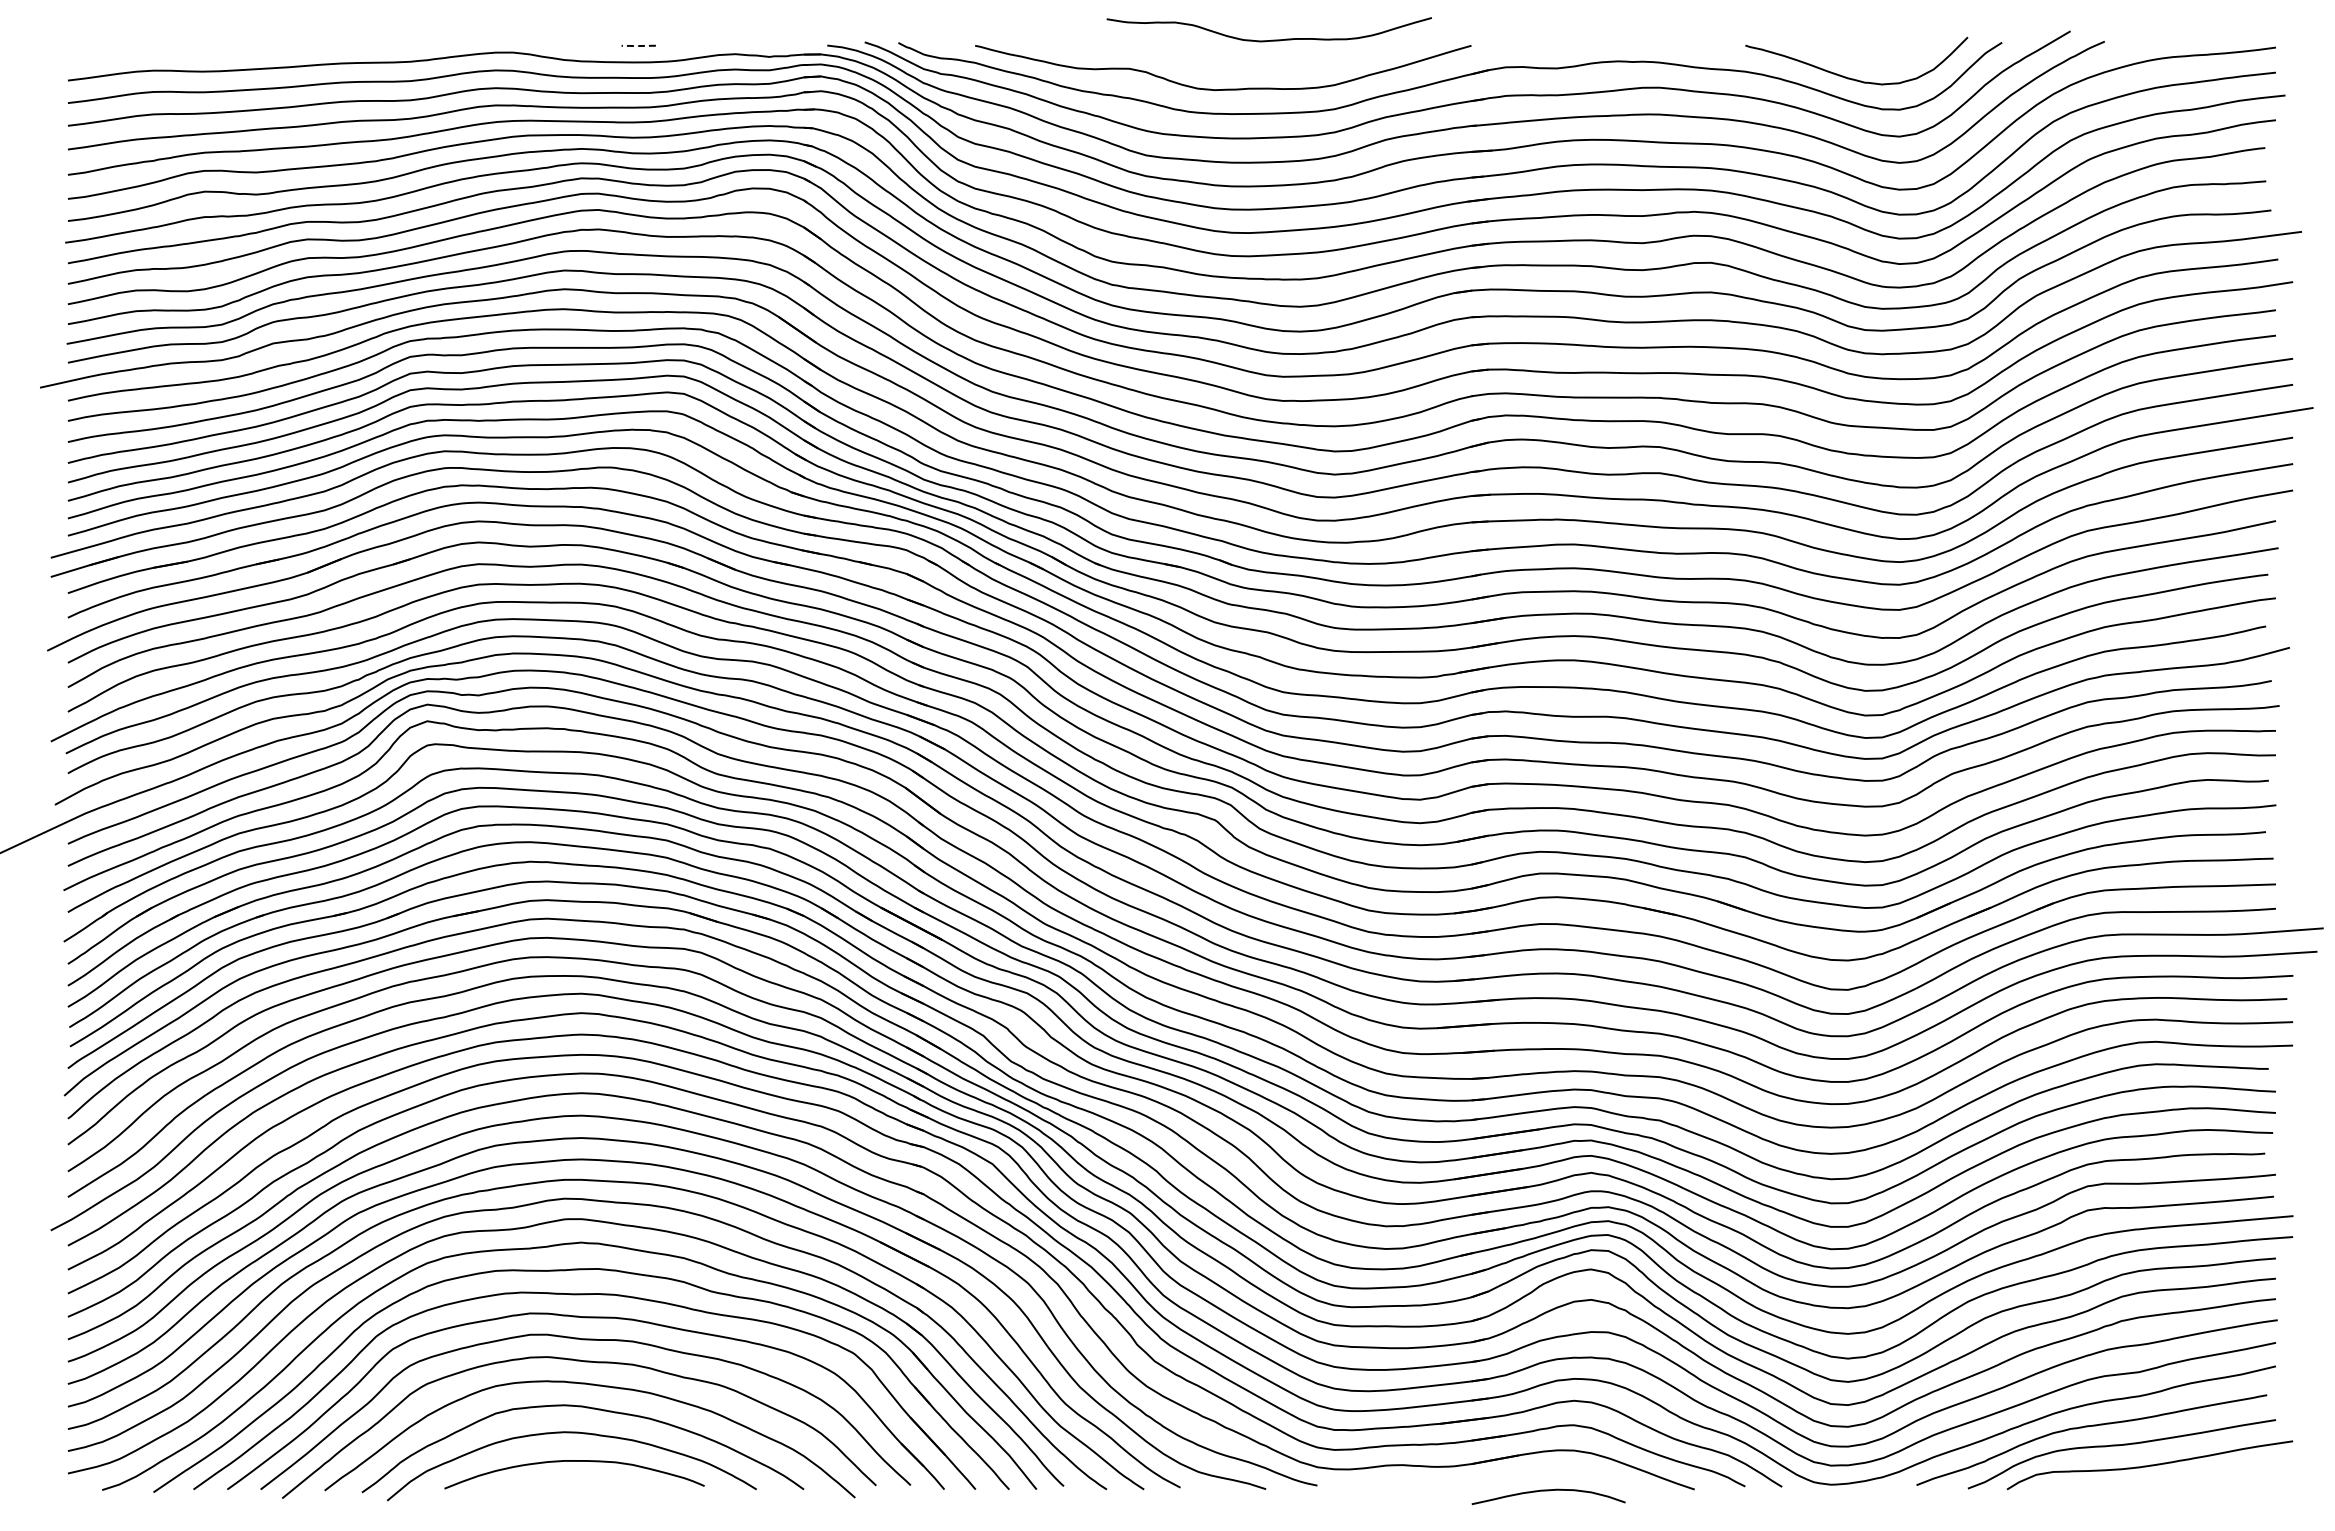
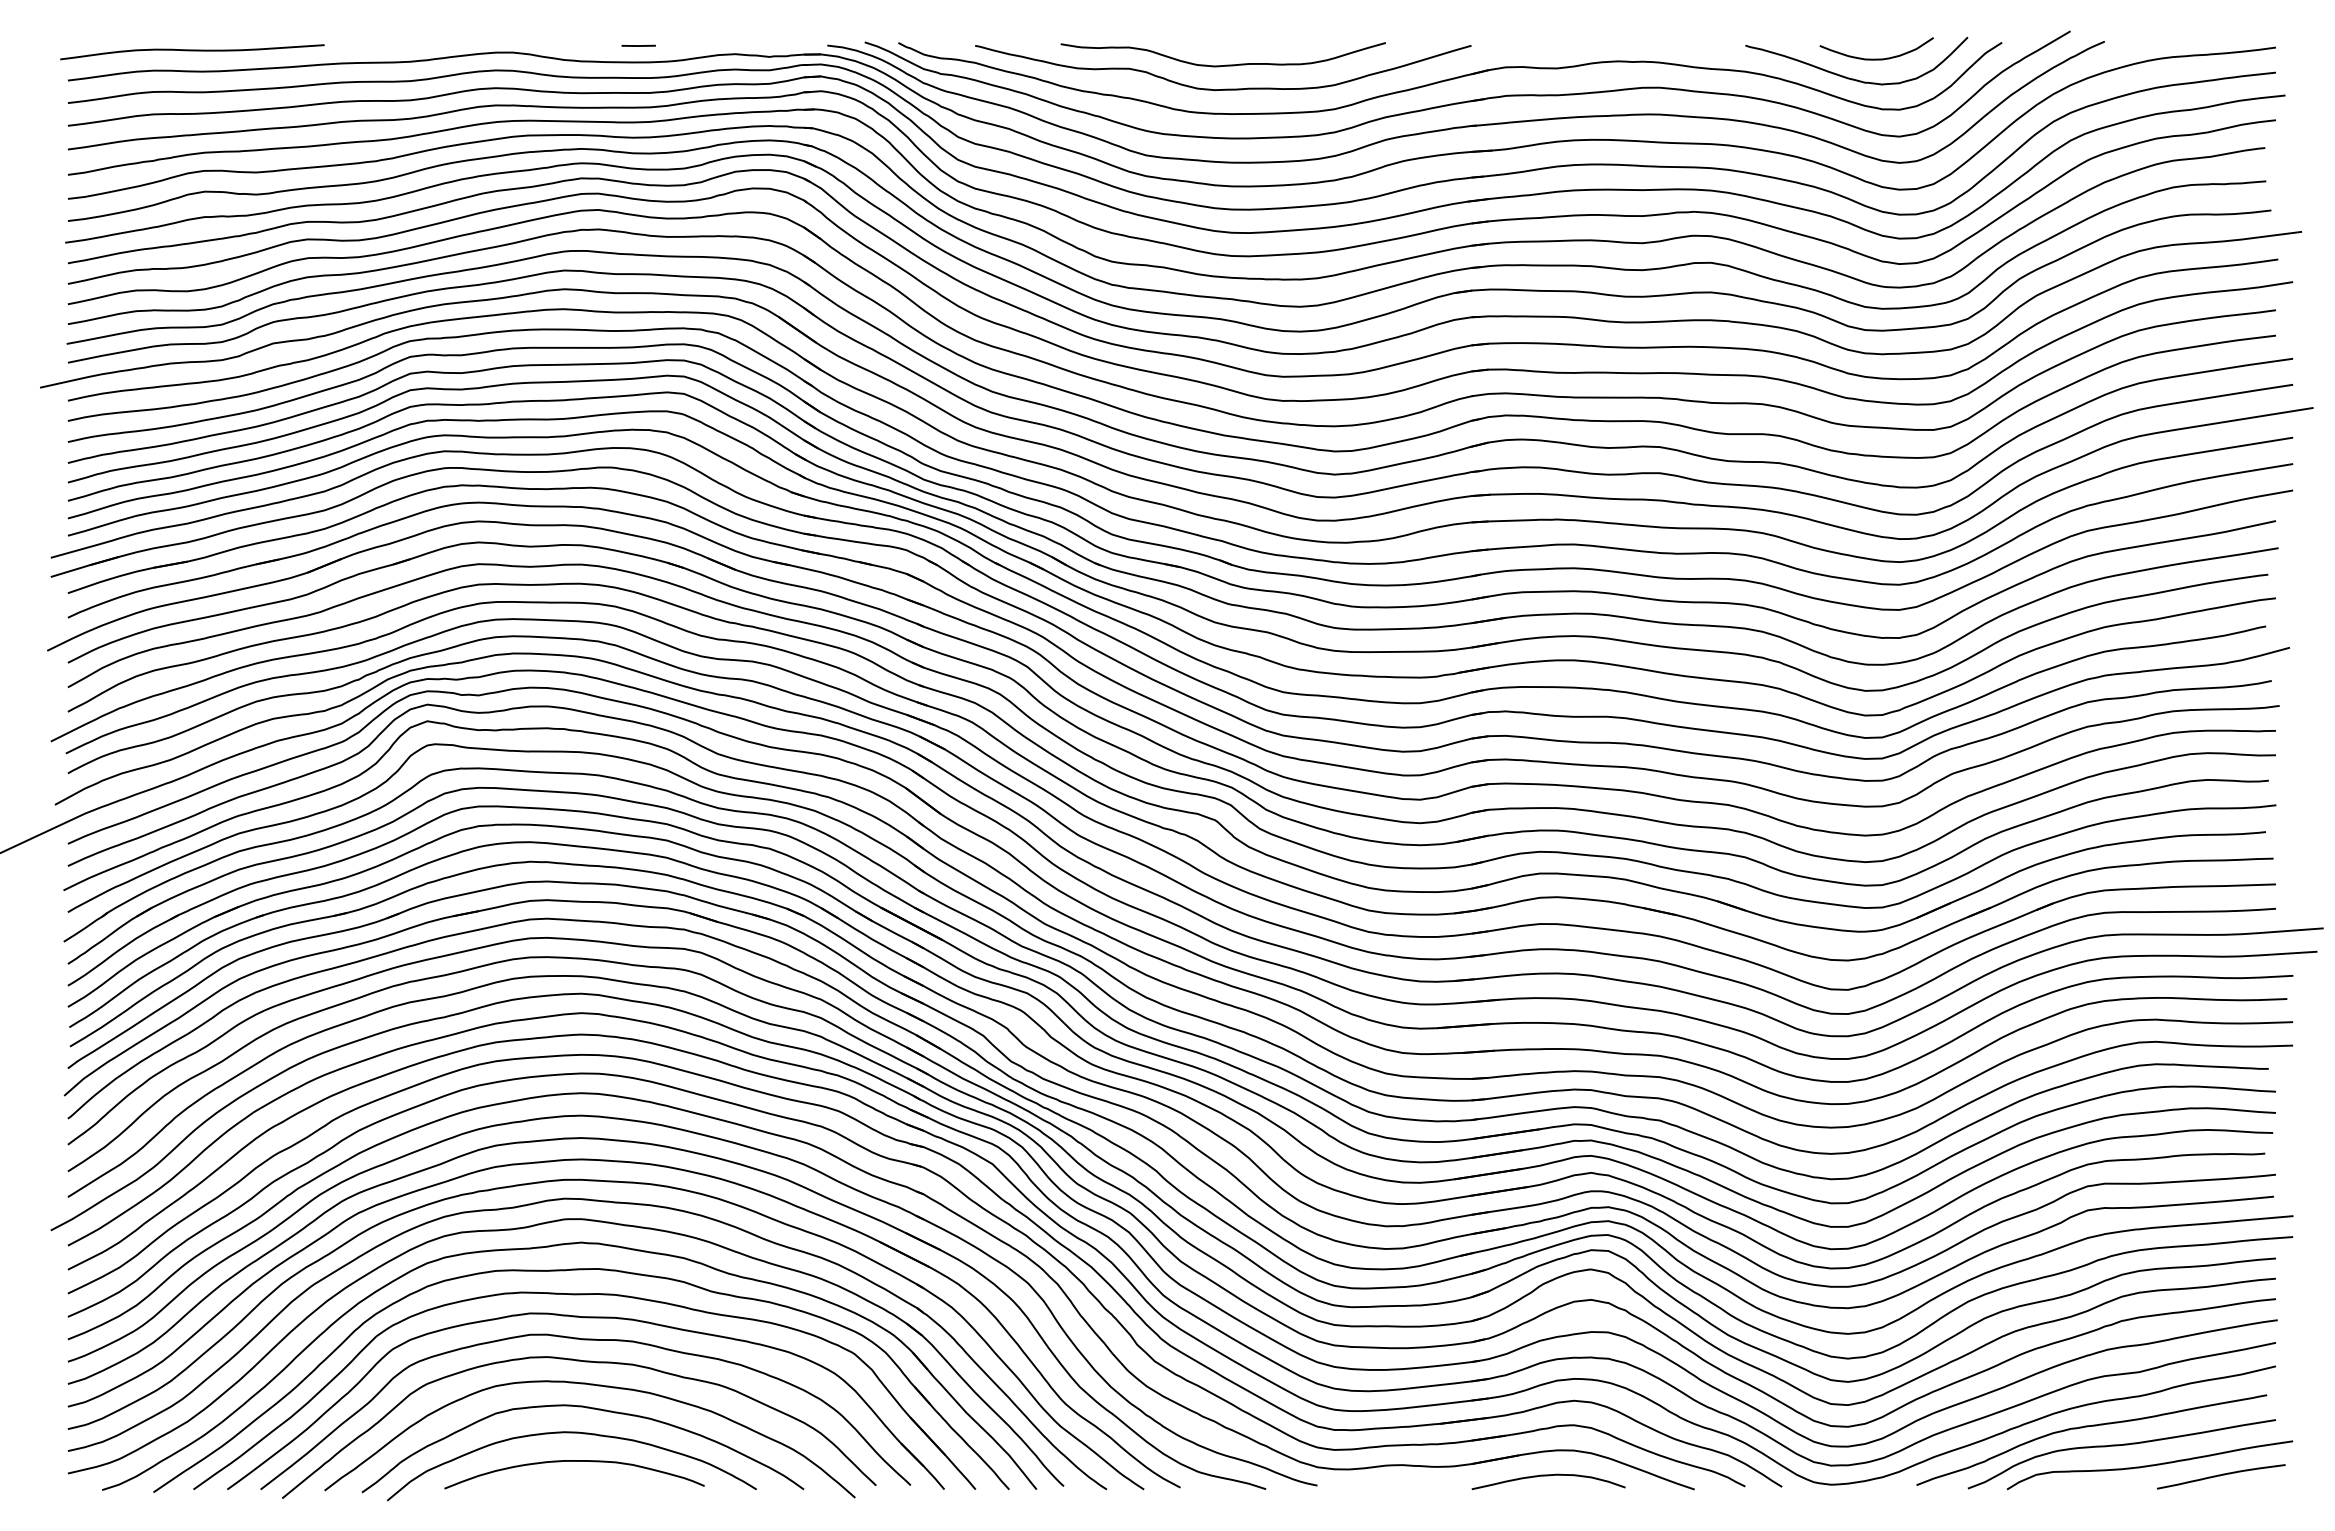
curve at (1271, 39) position: (1271, 39) -> (1225, 64)
line at (638, 46): dashed -> solid
curve at (192, 51): none -> present
curve at (1876, 58): none -> present
curve at (2221, 1475): none -> present
curve at (1548, 1491) position: (1548, 1491) -> (1548, 1476)
